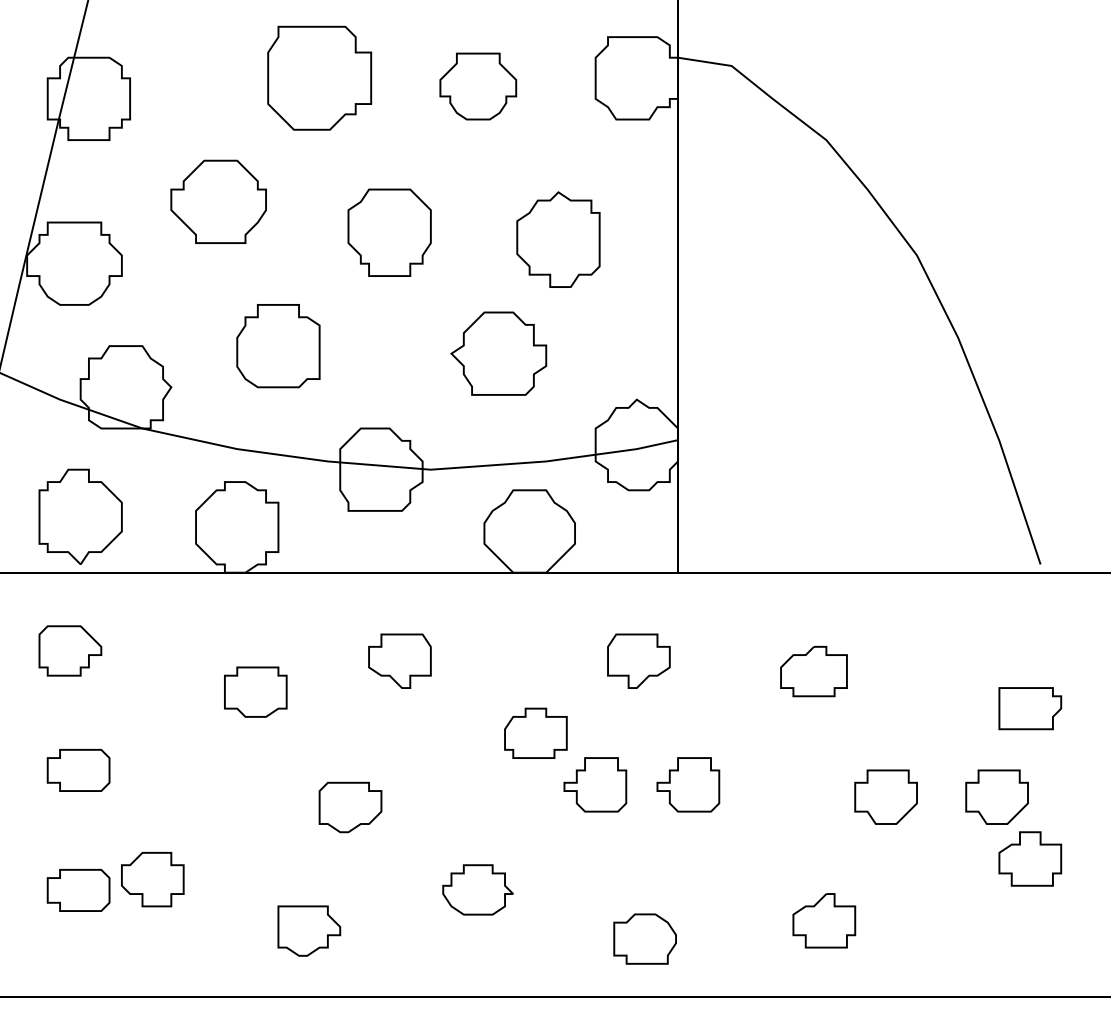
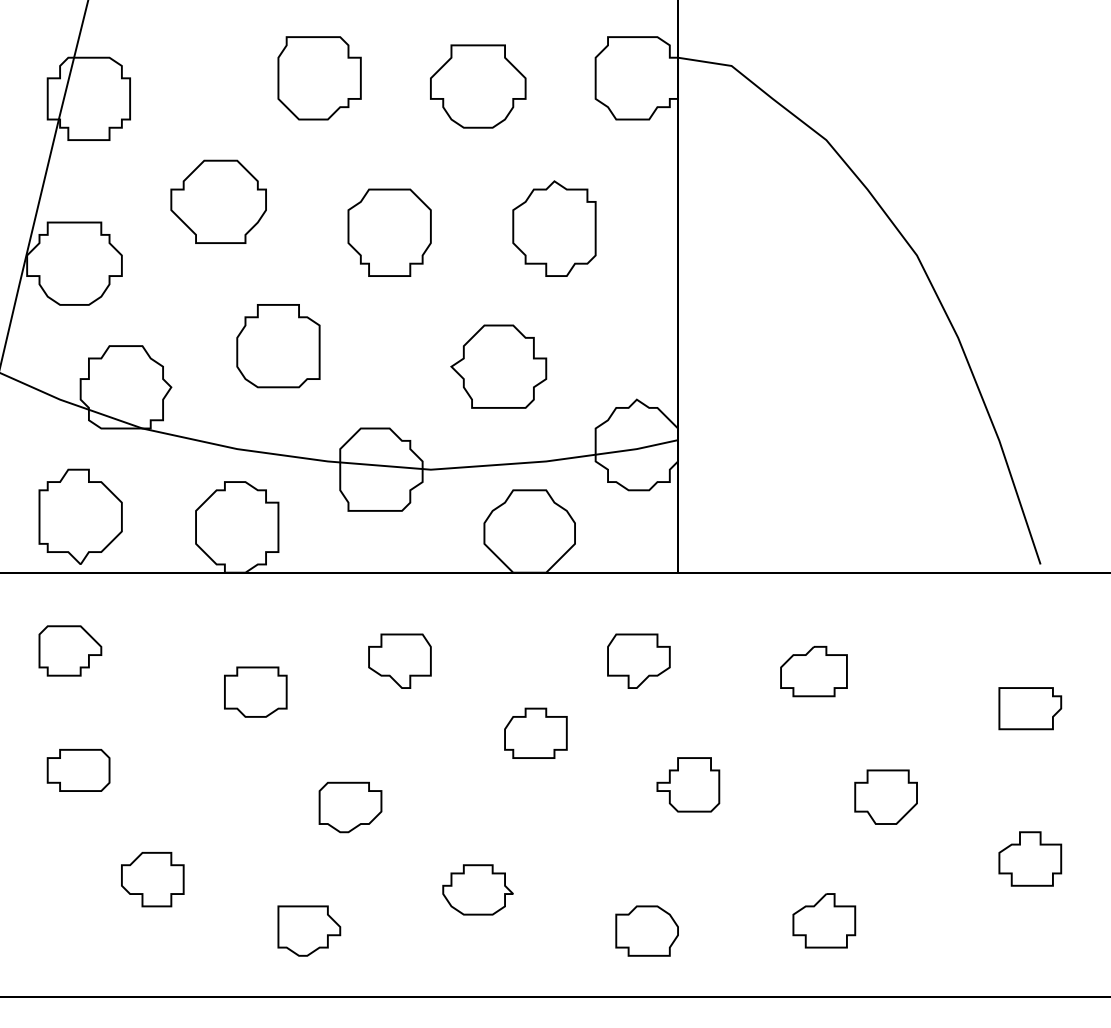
part at (319, 77) size: 106x106 px -> 85x85 px
part at (478, 86) size: 79x69 px -> 97x85 px
part at (558, 239) position: (558, 239) -> (554, 228)
part at (498, 353) position: (498, 353) -> (498, 366)
part at (595, 784): present -> none
part at (996, 796): present -> none
part at (78, 890): present -> none
part at (644, 938) position: (644, 938) -> (646, 930)
